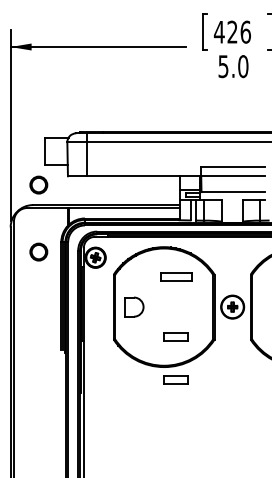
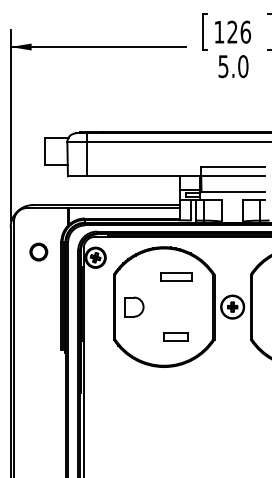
text at (218, 32): 426 -> 126
part at (38, 184): present -> none
part at (175, 379): present -> none
